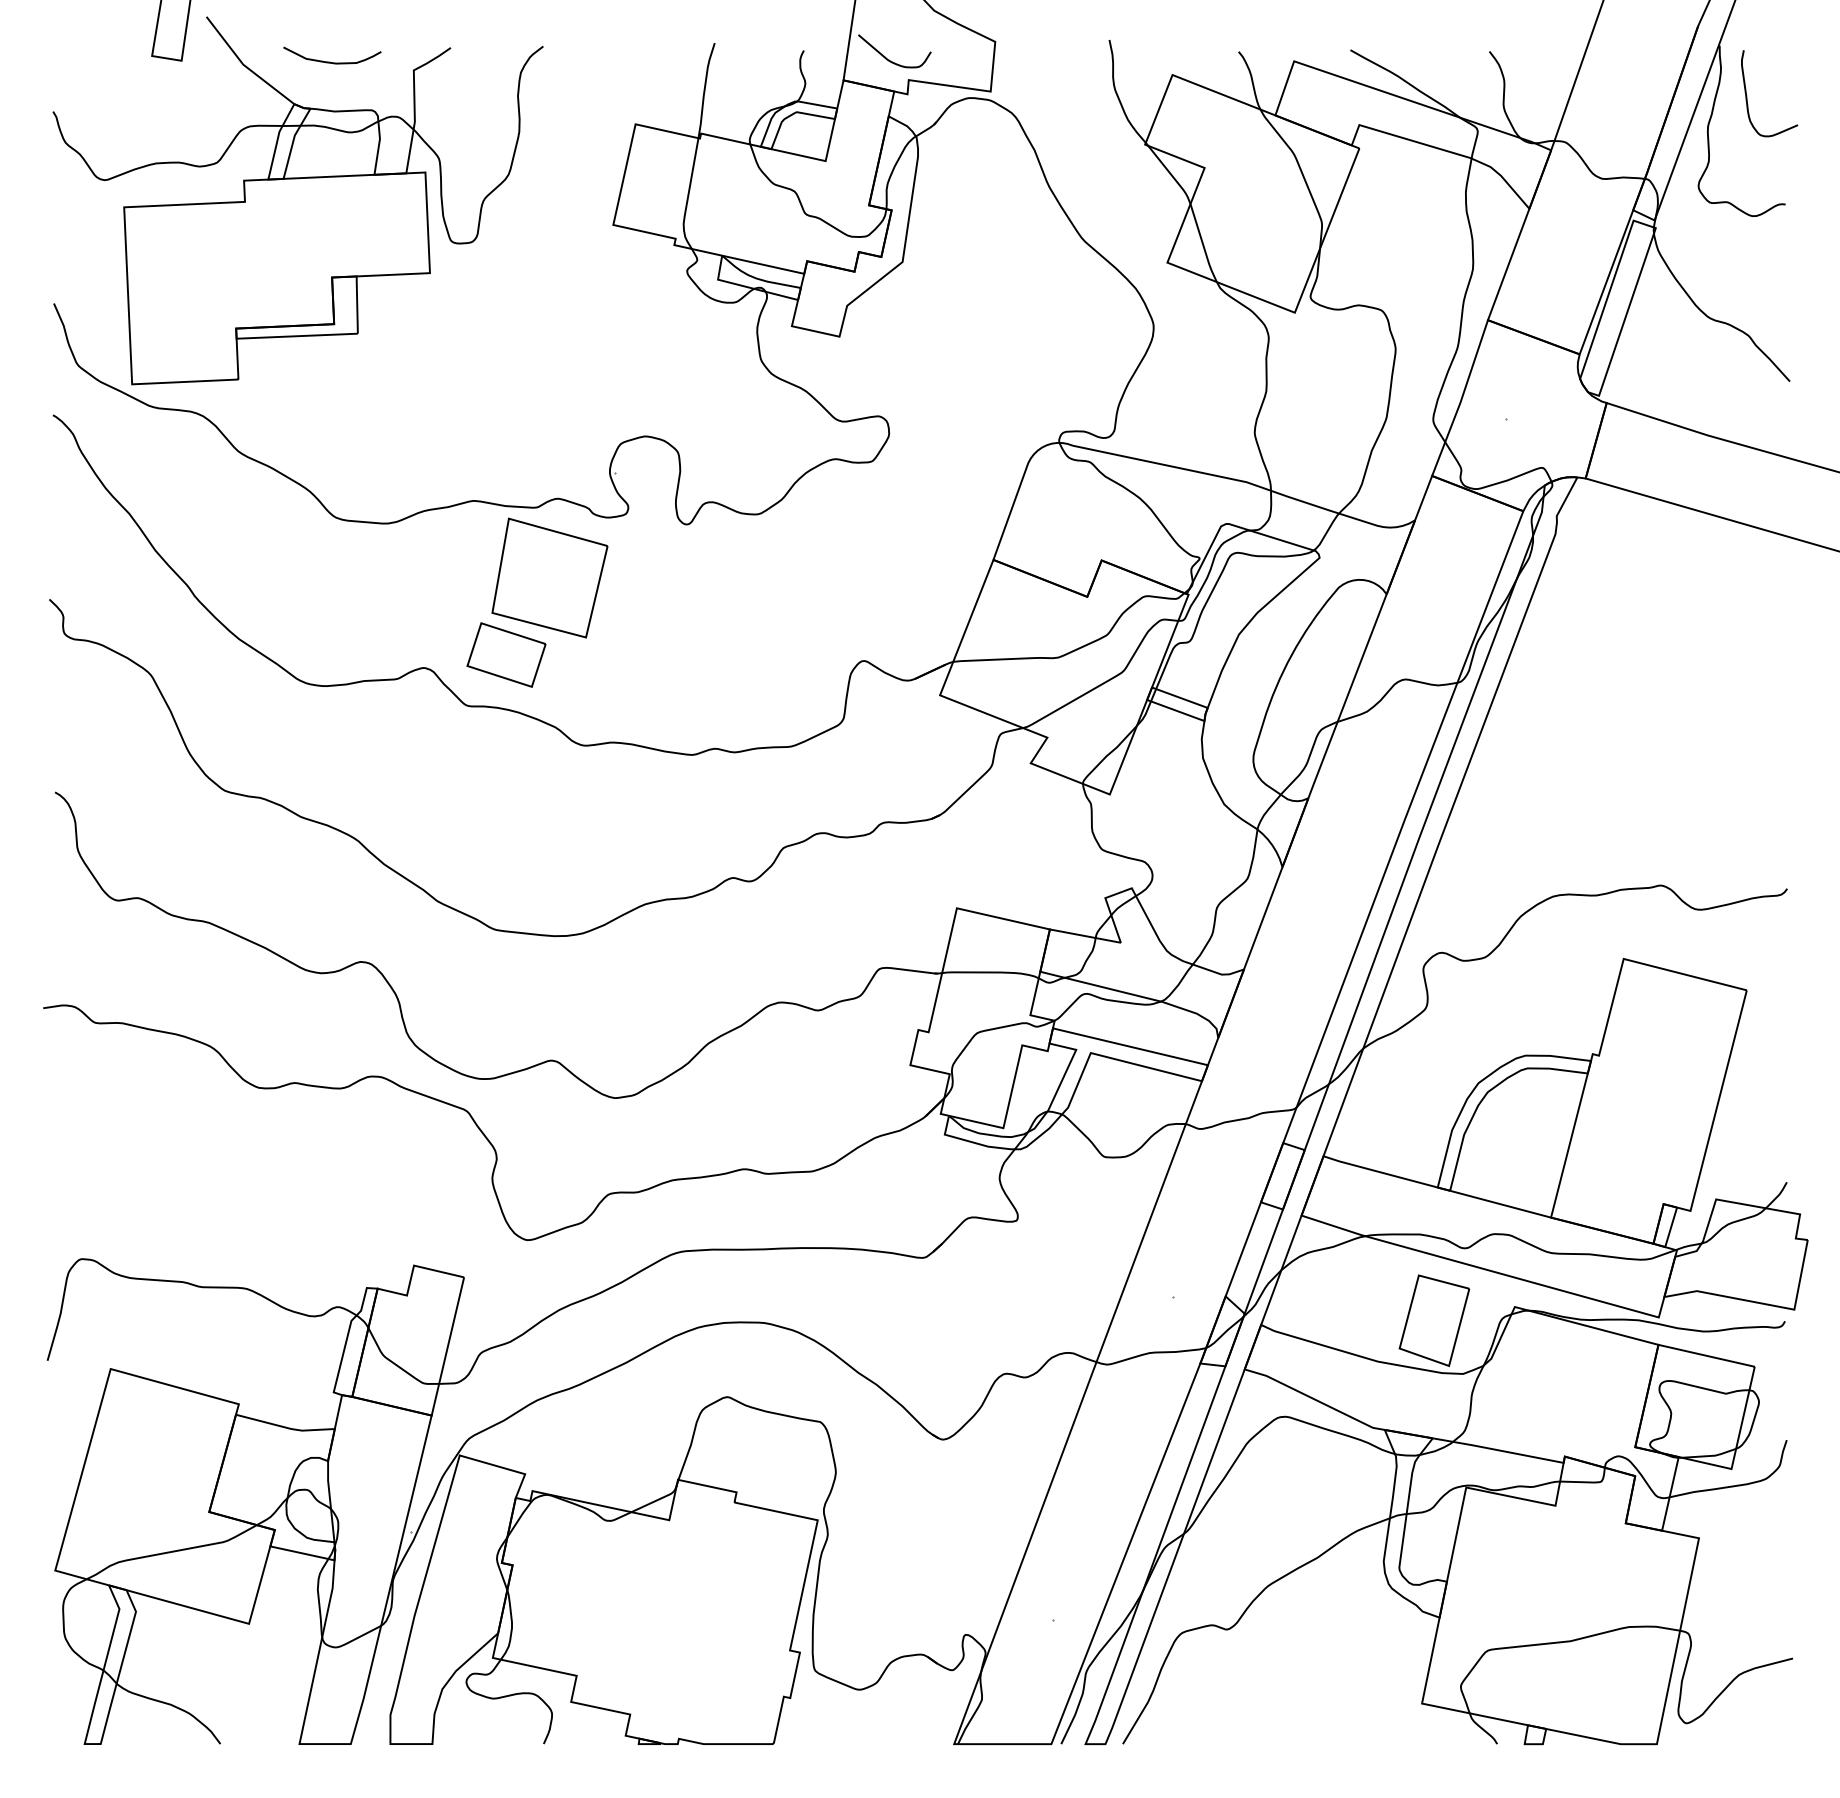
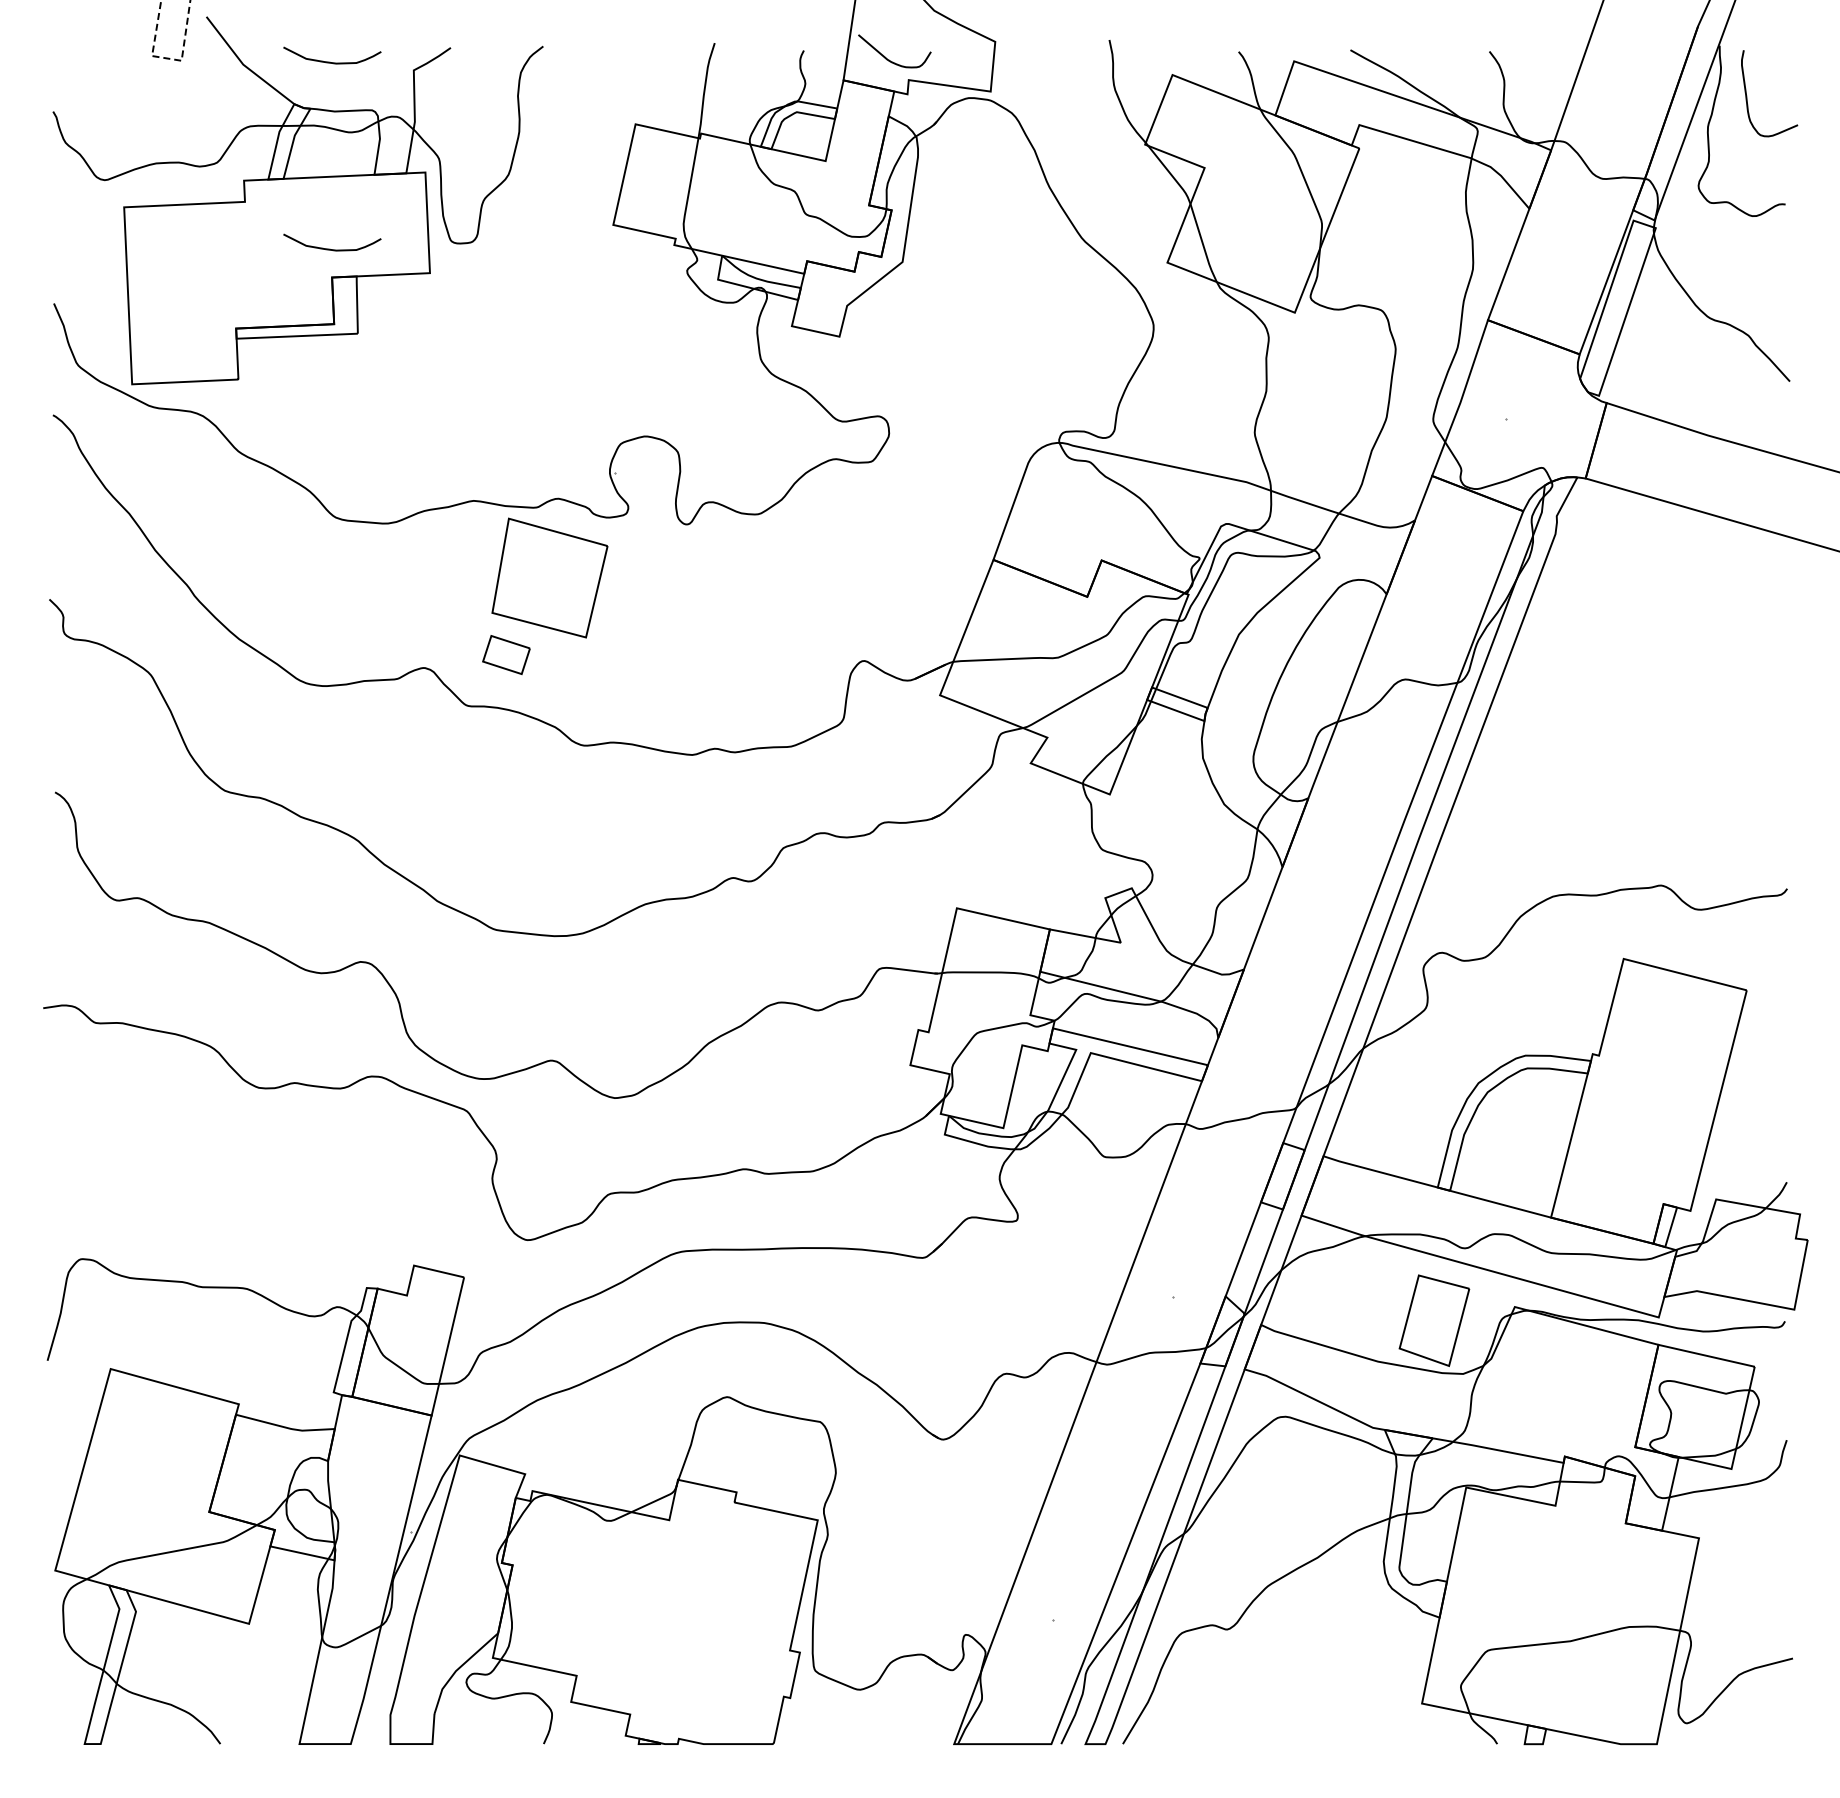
line at (168, 58): solid -> dashed
curve at (330, 248): none -> present
part at (506, 654) size: 81x66 px -> 49x40 px
